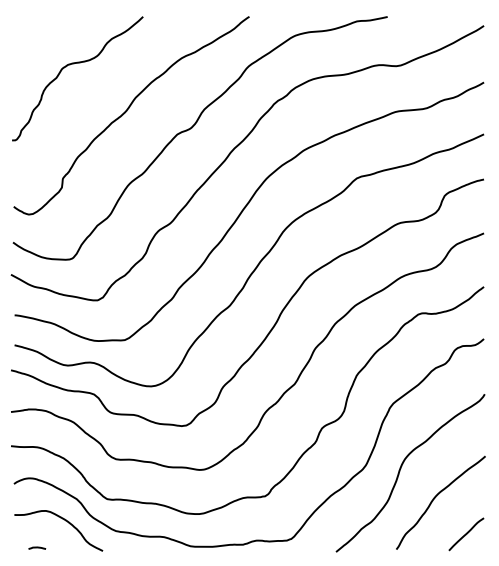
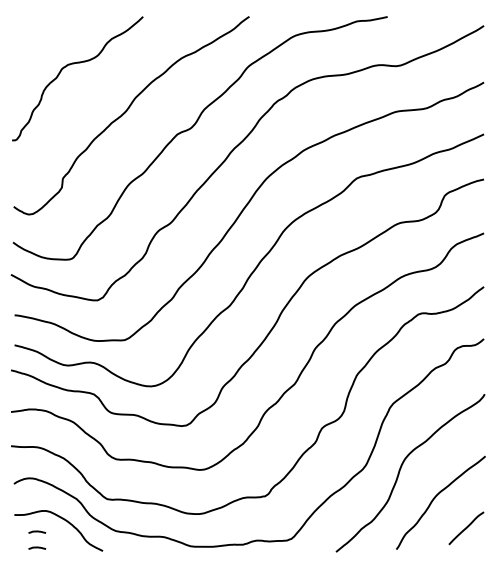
line at (37, 531): none -> present
line at (466, 534) position: (466, 534) -> (466, 528)
